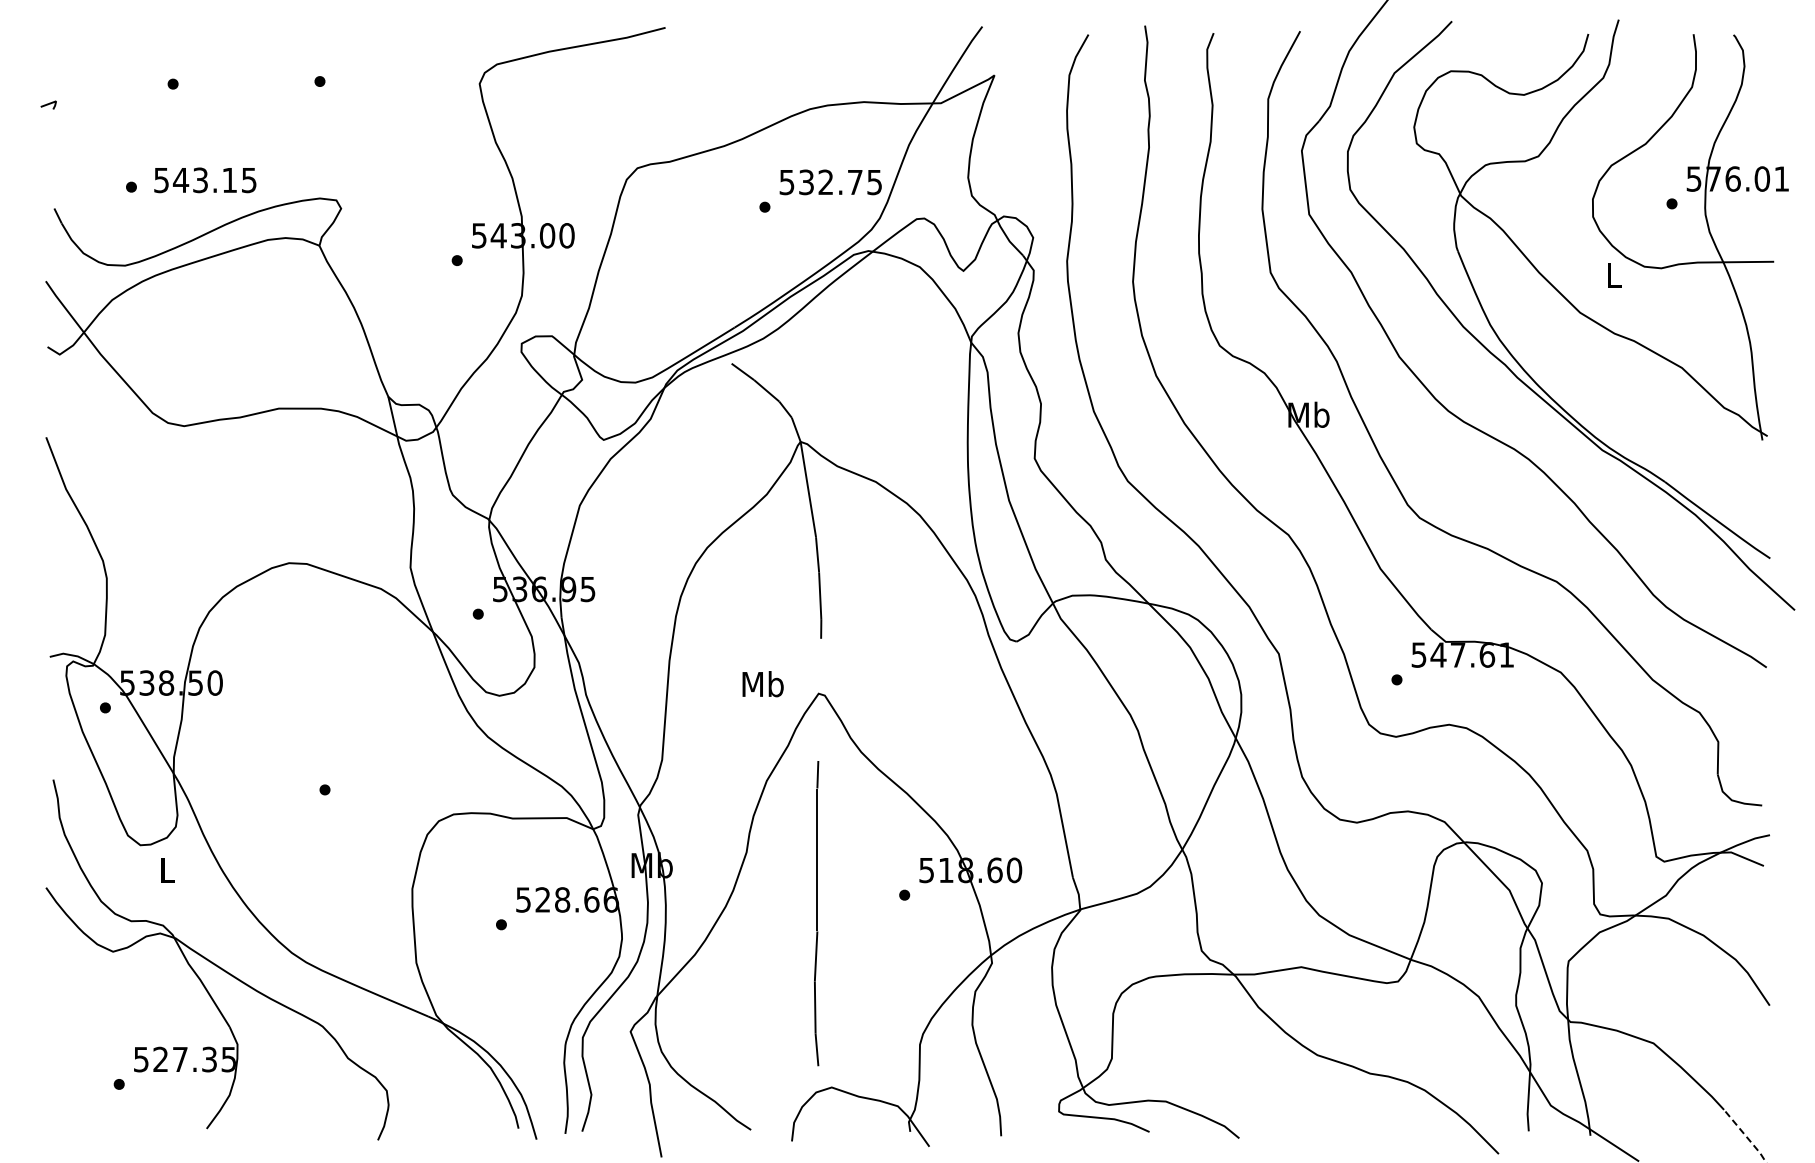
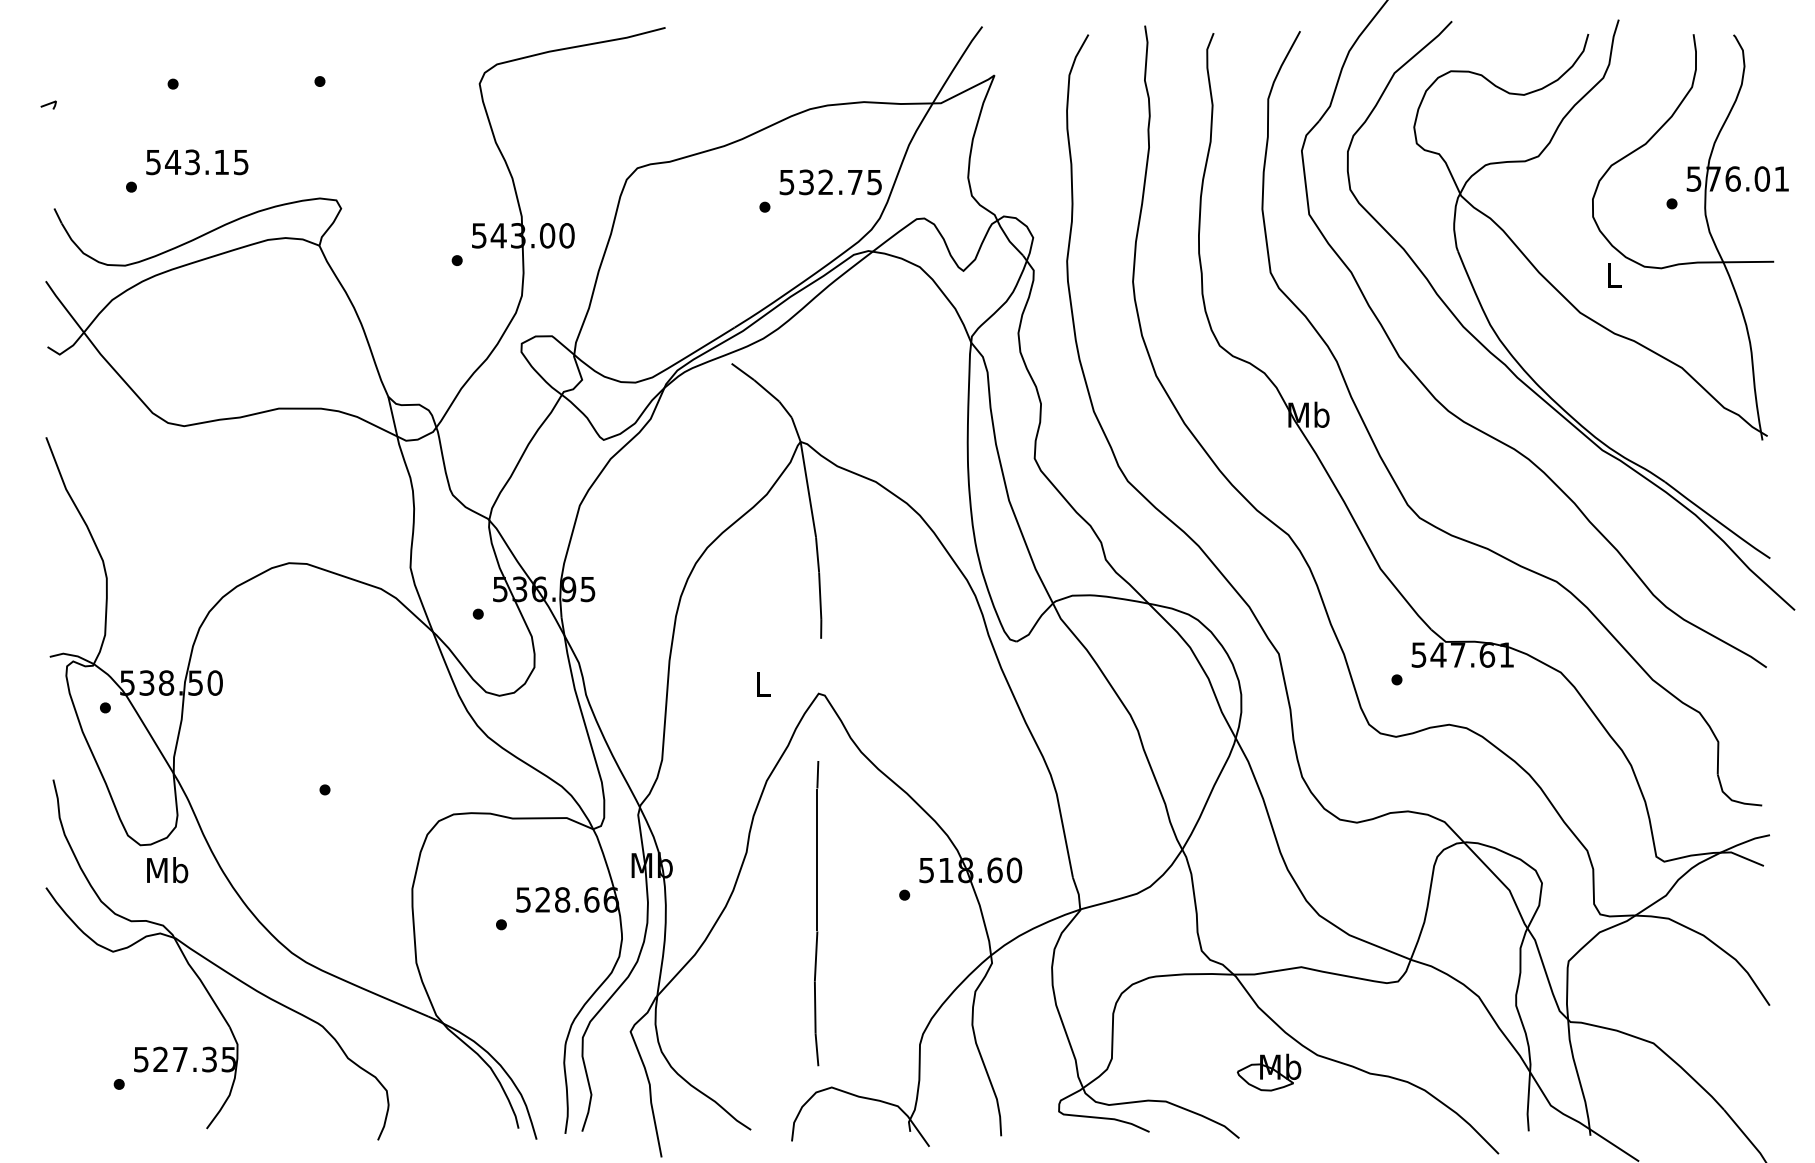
text at (205, 180) position: (205, 180) -> (197, 162)
text at (762, 684): Mb -> L
text at (167, 870): L -> Mb
part at (1268, 1072): none -> present
line at (1745, 1135): dashed -> solid
